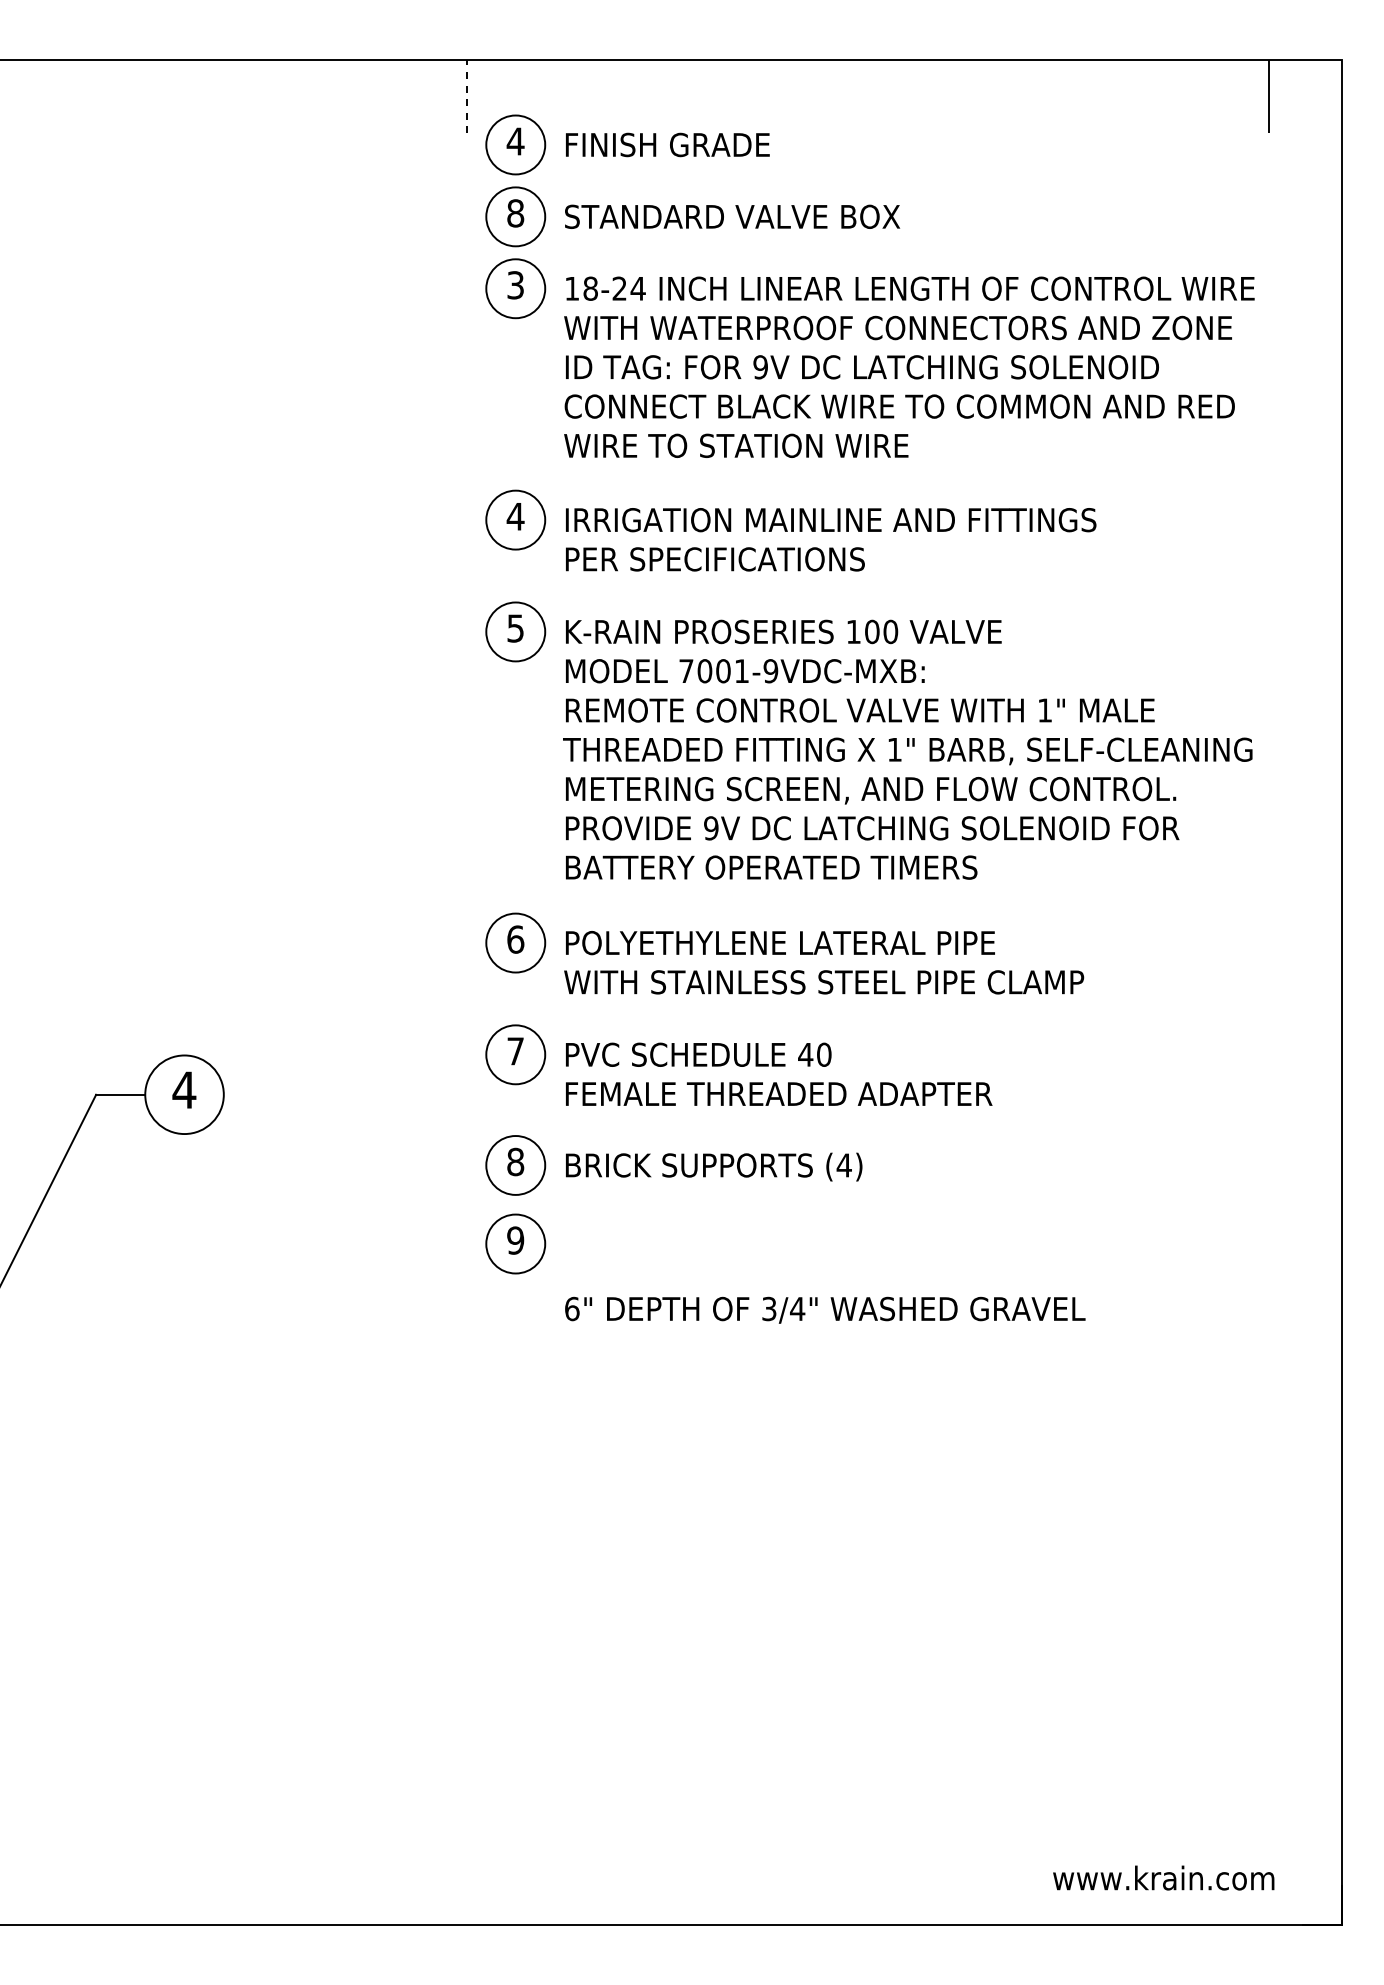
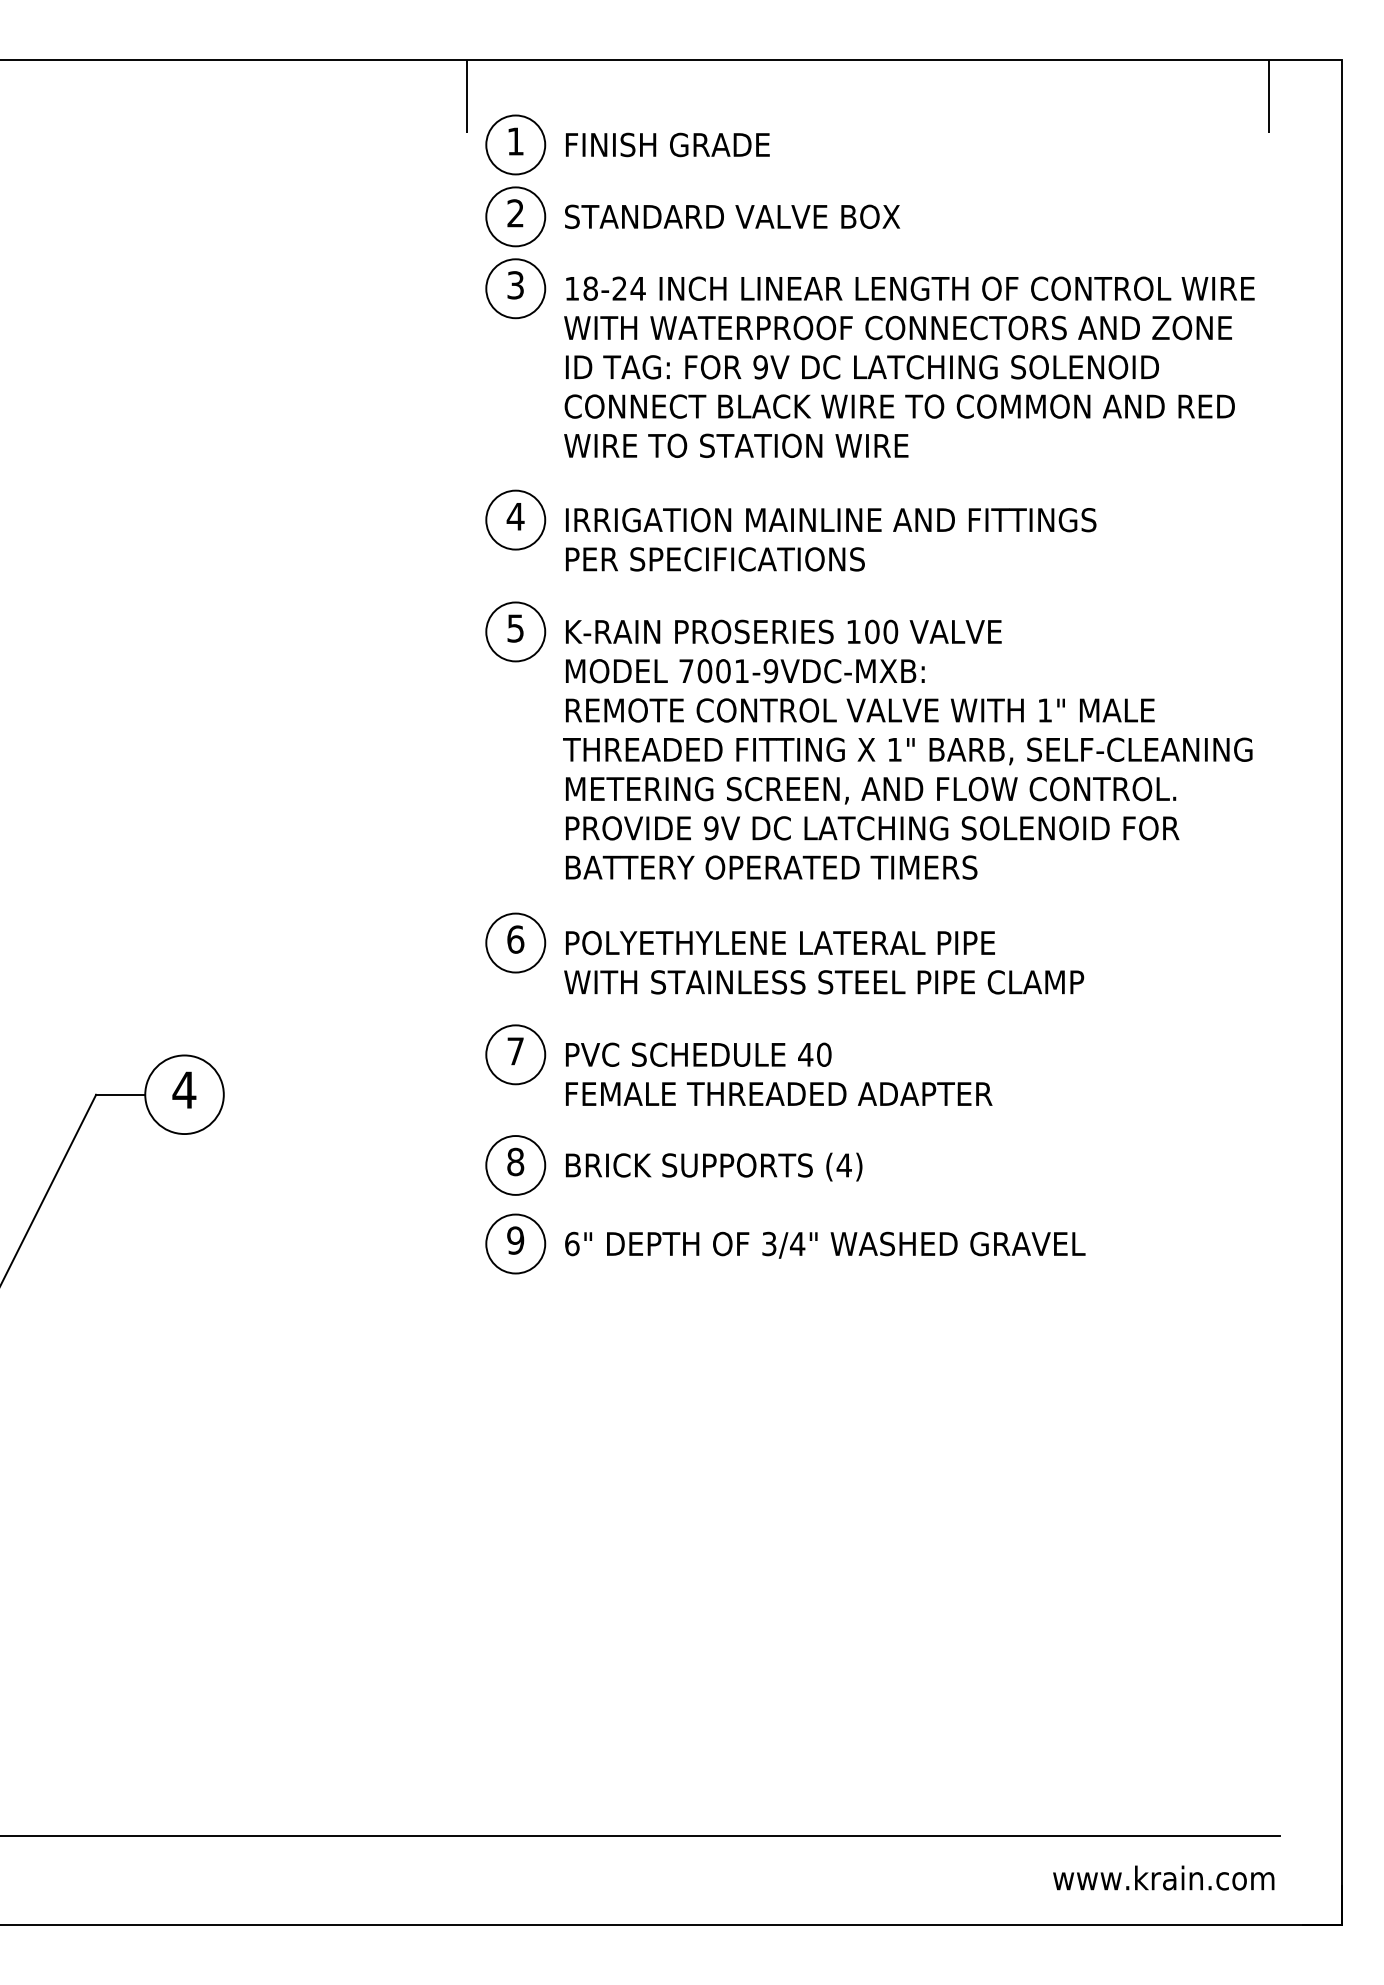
line at (466, 96): dashed -> solid
text at (515, 141): 4 -> 1
text at (515, 213): 8 -> 2
text at (825, 1309) position: (825, 1309) -> (825, 1244)
line at (640, 1836): none -> present
